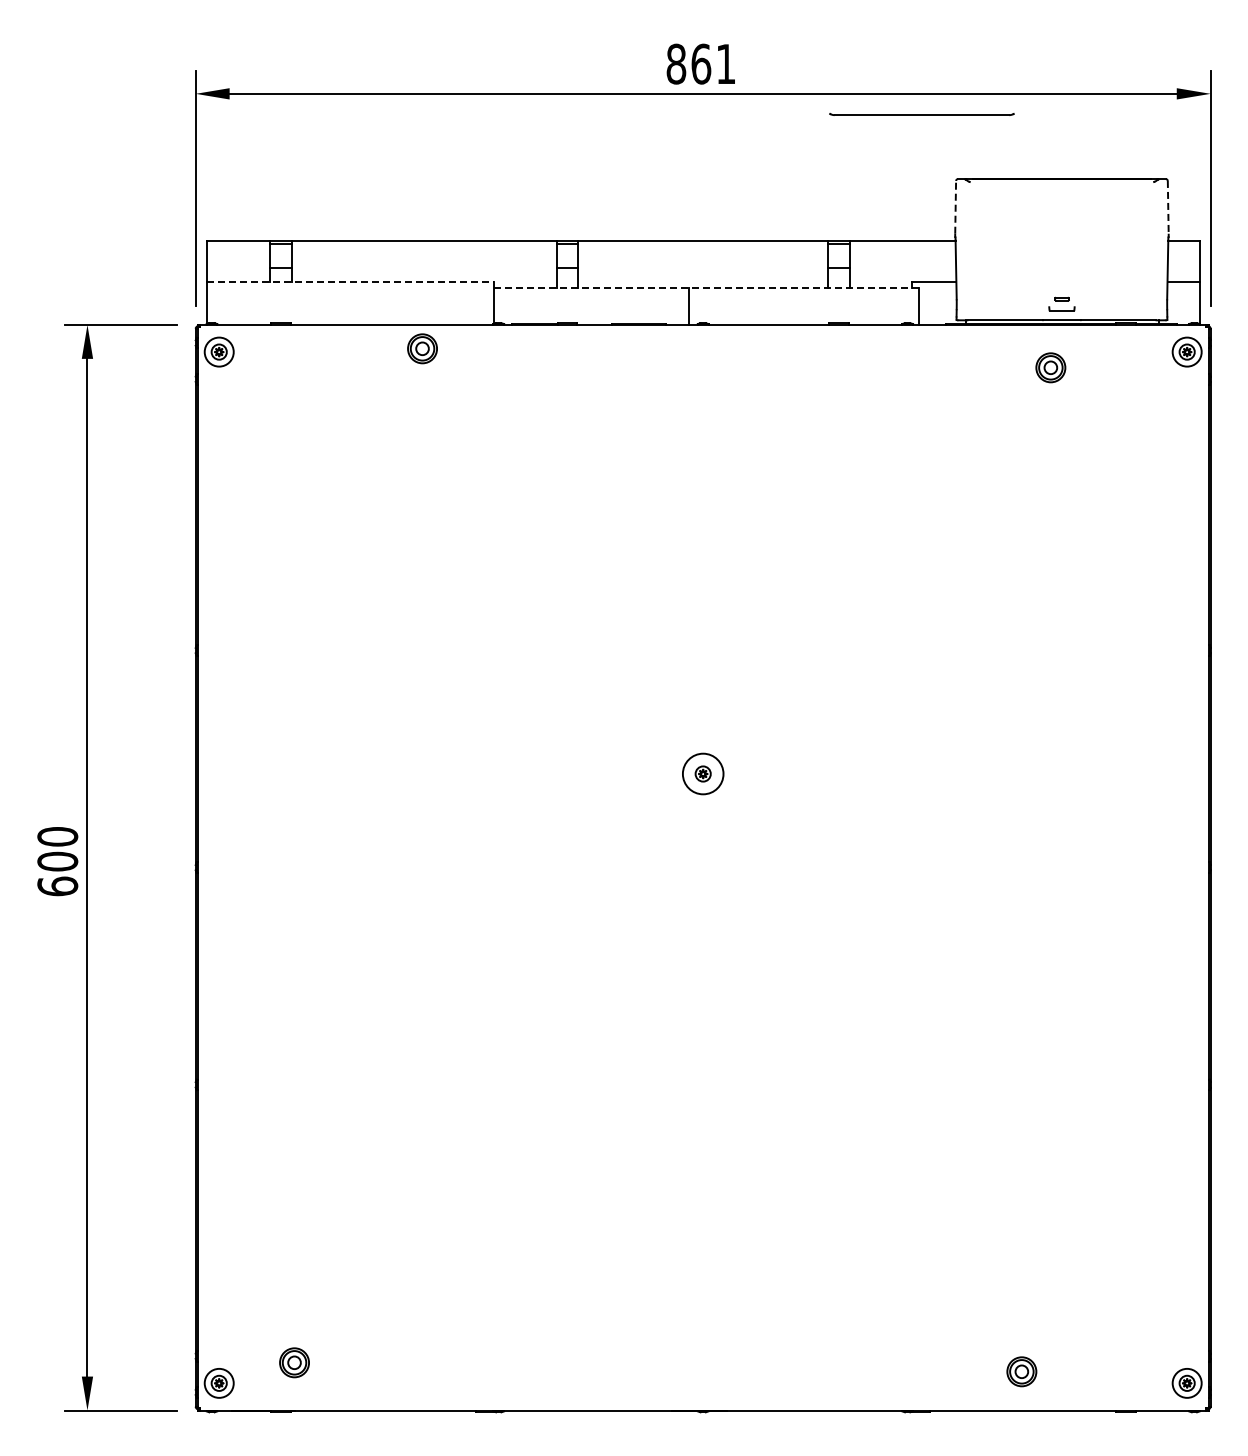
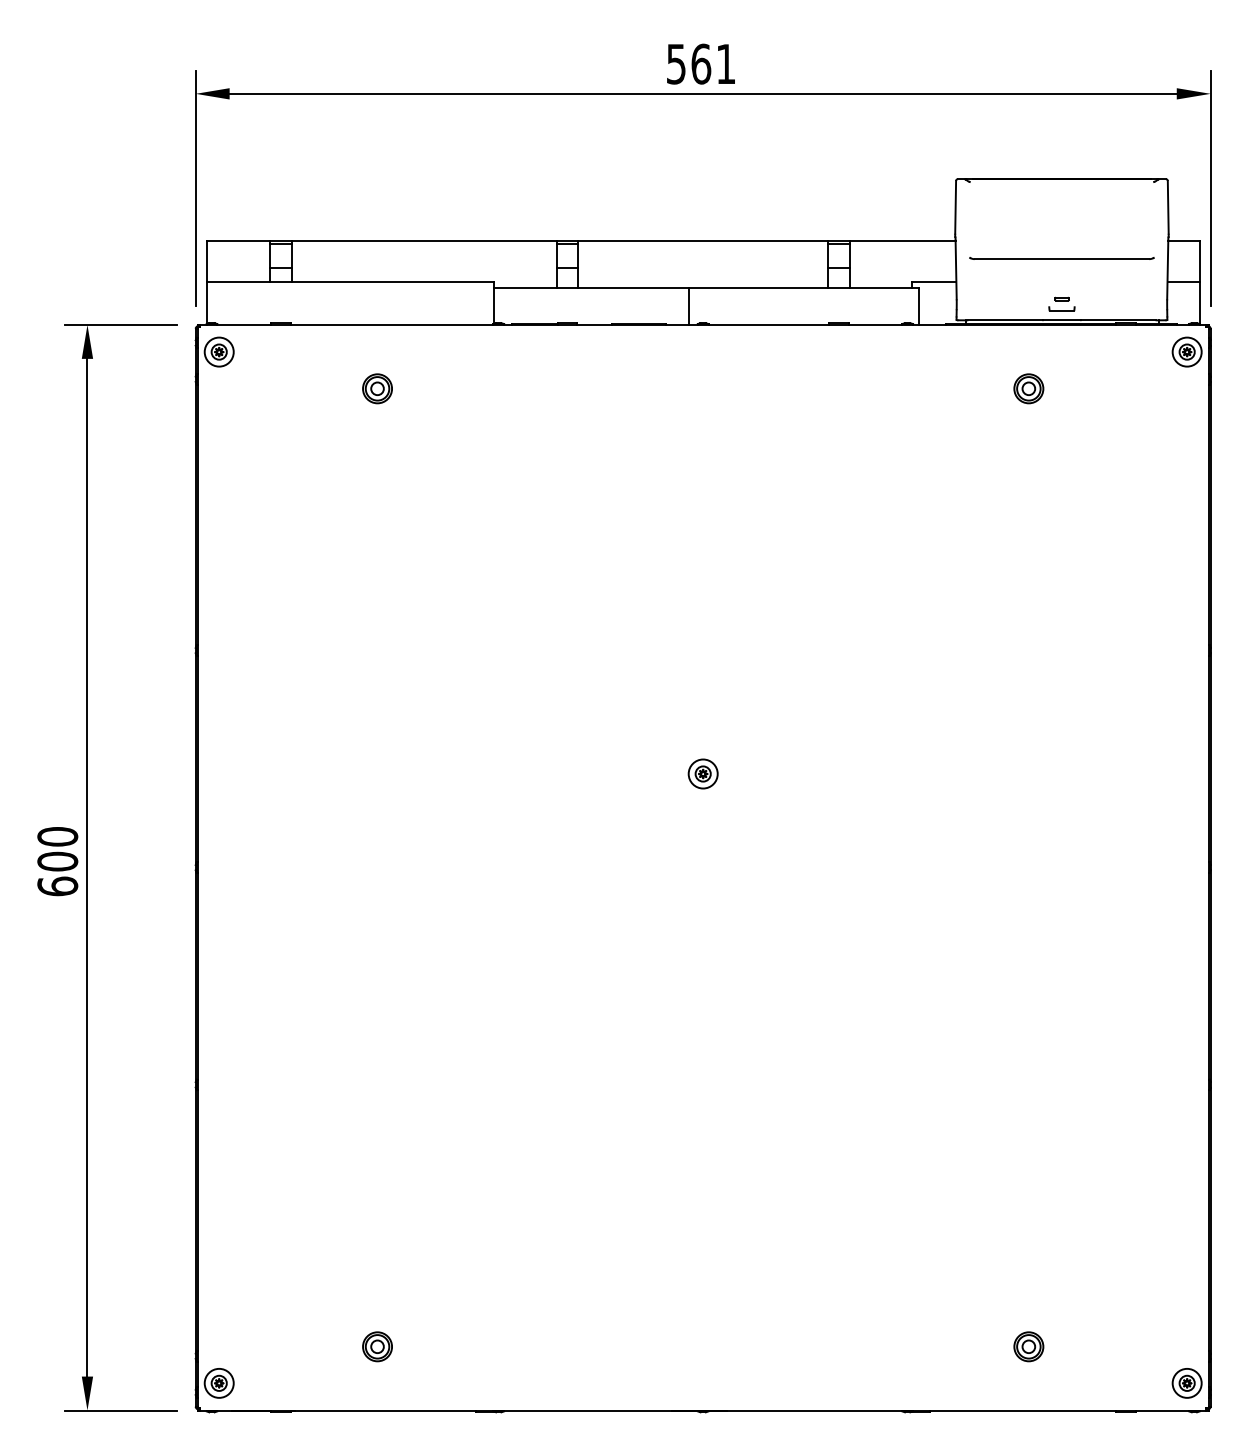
text at (676, 63): 861 -> 561
line at (921, 114) position: (921, 114) -> (1061, 258)
line at (955, 206): dashed -> solid
line at (1168, 207): dashed -> solid
line at (350, 281): dashed -> solid
line at (706, 287): dashed -> solid
part at (422, 348) position: (422, 348) -> (377, 388)
part at (1050, 367) position: (1050, 367) -> (1028, 388)
circle at (702, 773) diameter: 41 px -> 29 px
part at (294, 1362) position: (294, 1362) -> (377, 1346)
part at (1021, 1371) position: (1021, 1371) -> (1028, 1346)
